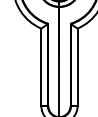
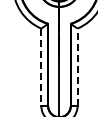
line at (41, 67): solid -> dashed
line at (77, 67): solid -> dashed
